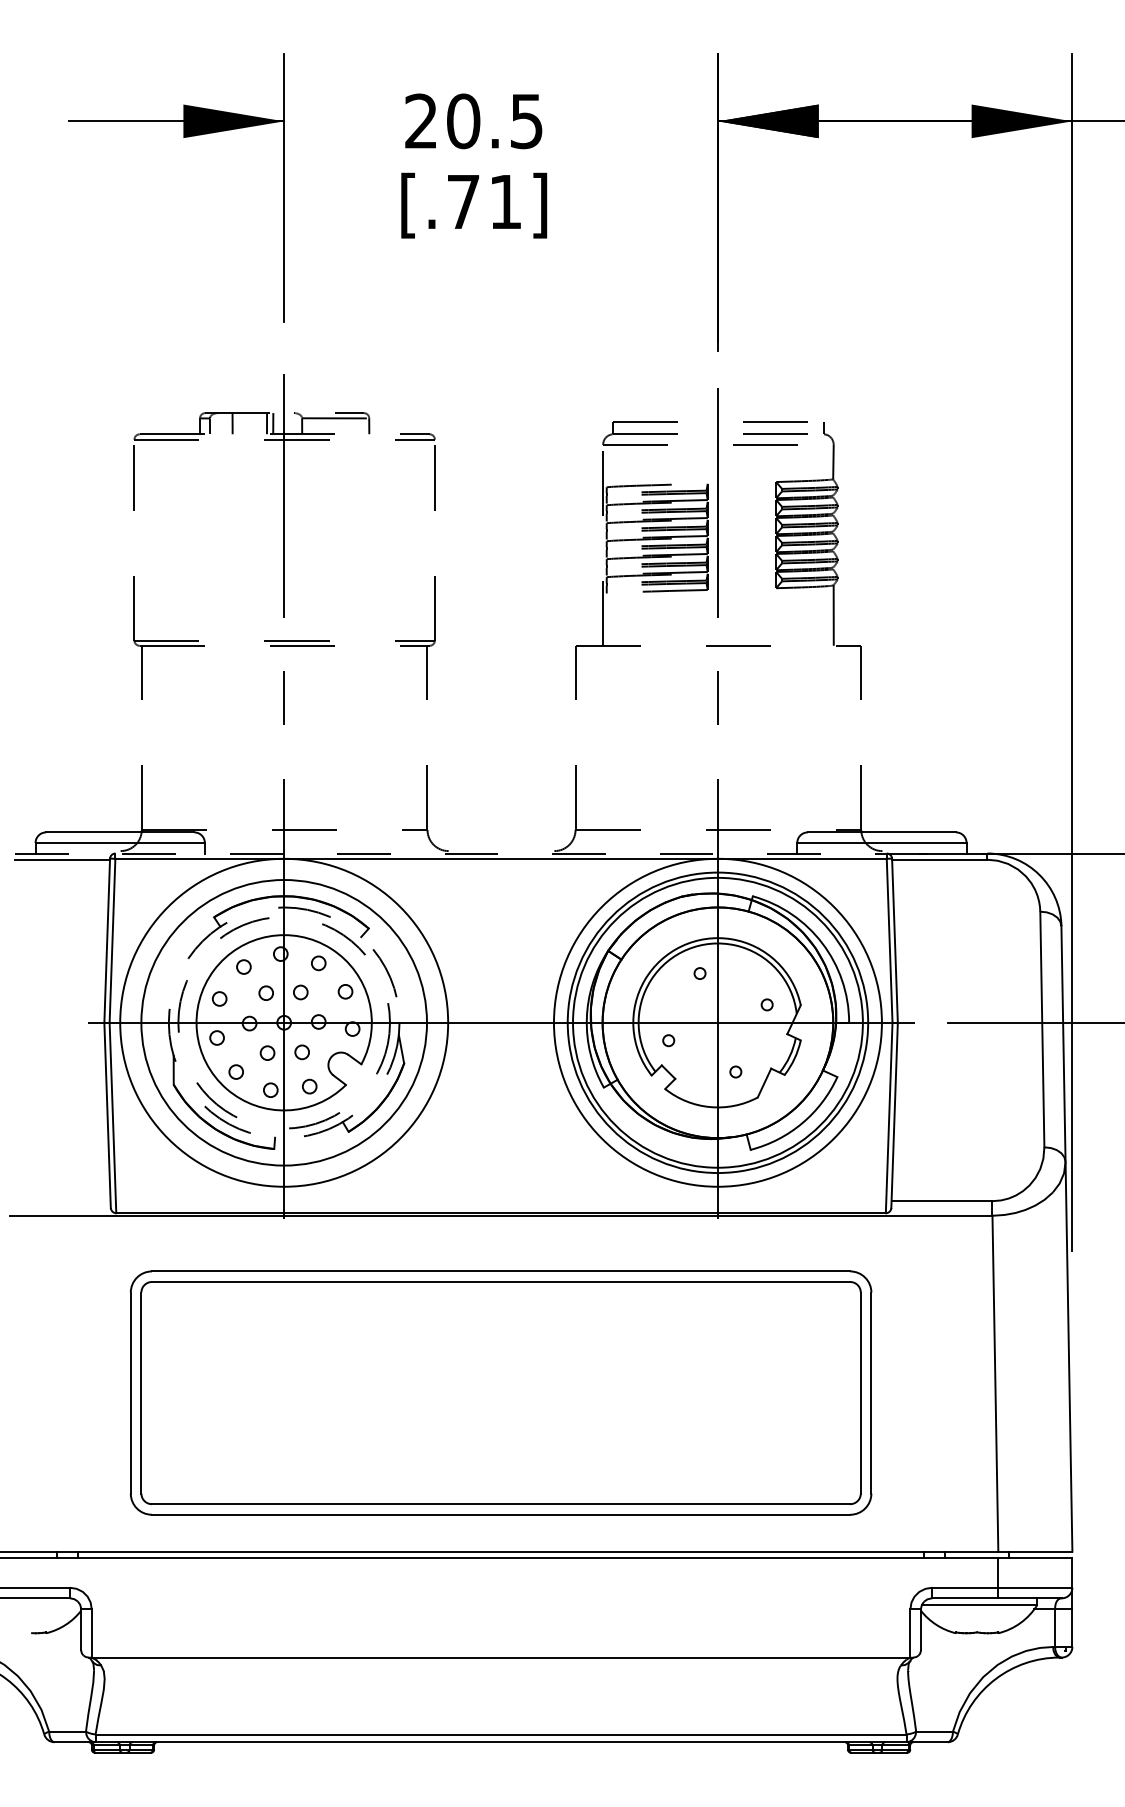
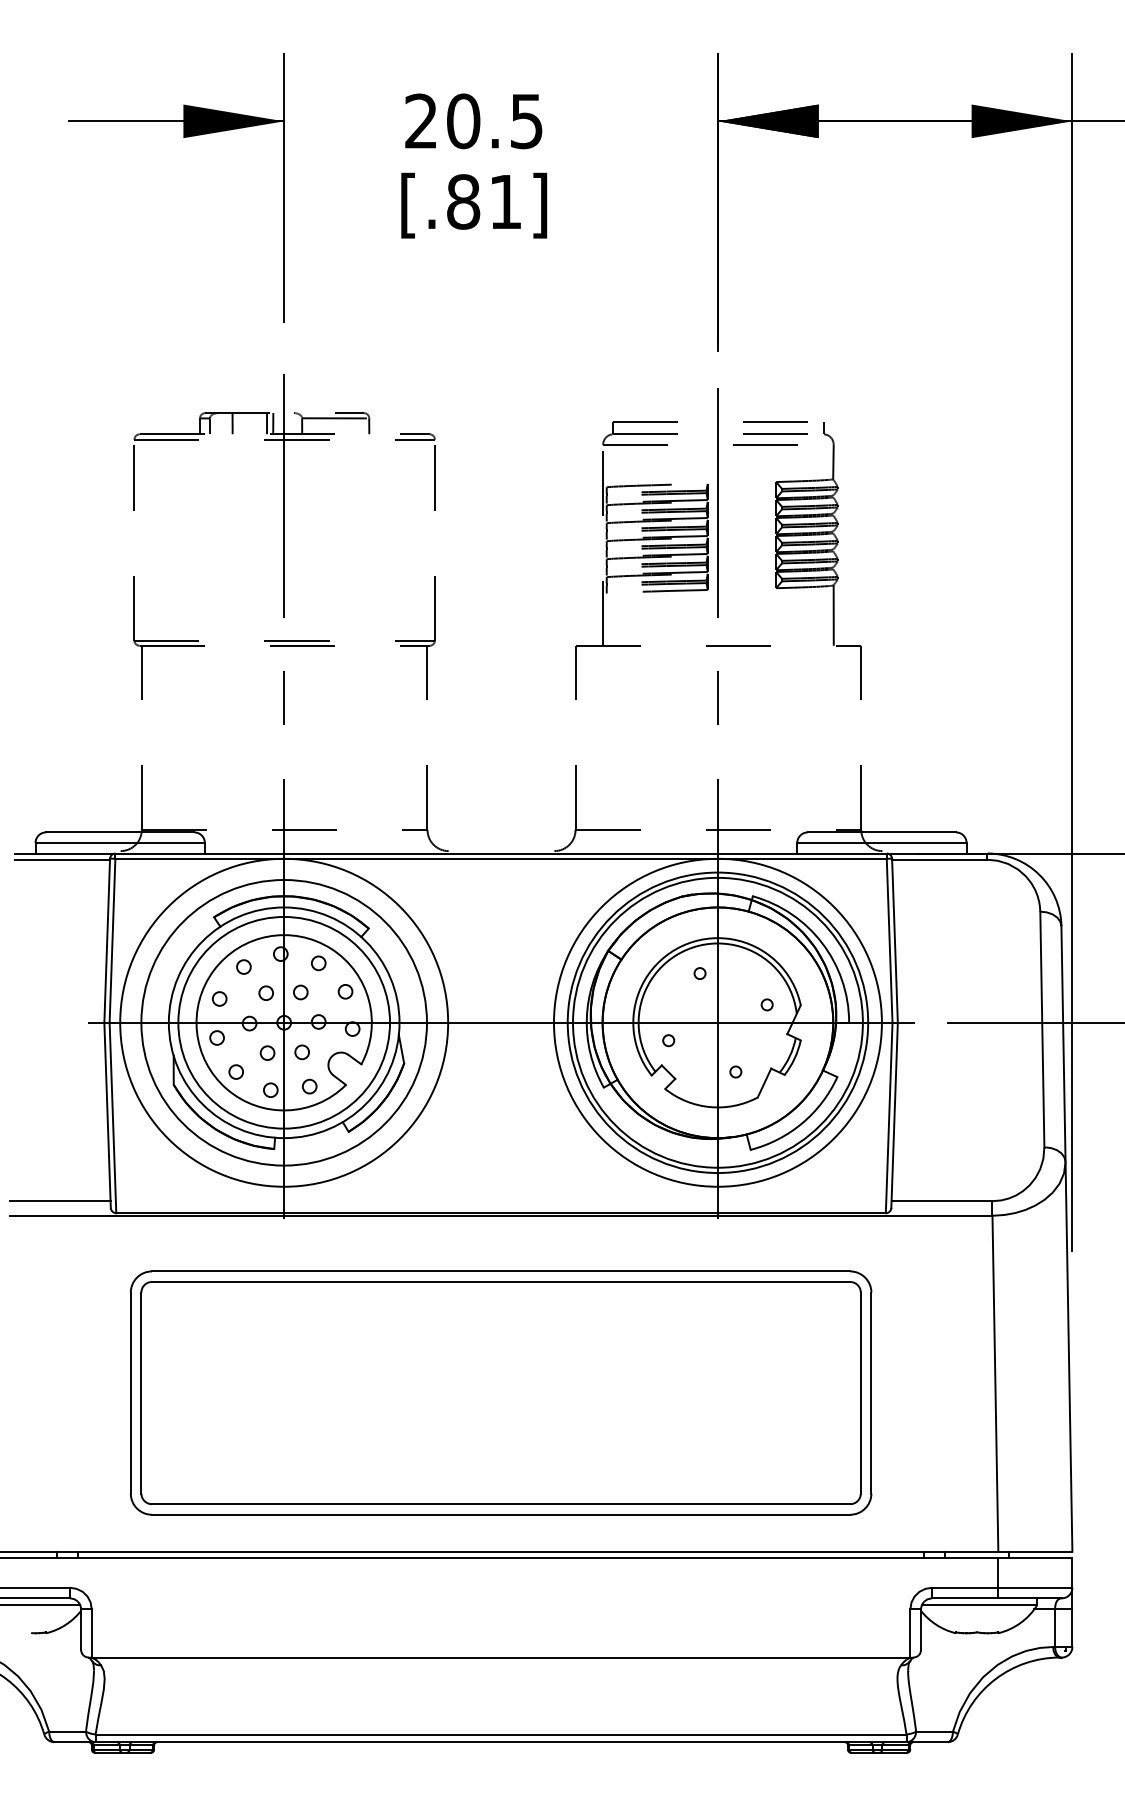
text at (463, 201): [.71] -> [.81]
line at (501, 853): dashed -> solid
circle at (283, 1022): dashed -> solid
circle at (284, 1022): dashed -> solid
line at (59, 1201): none -> present
line at (41, 1605): none -> present
